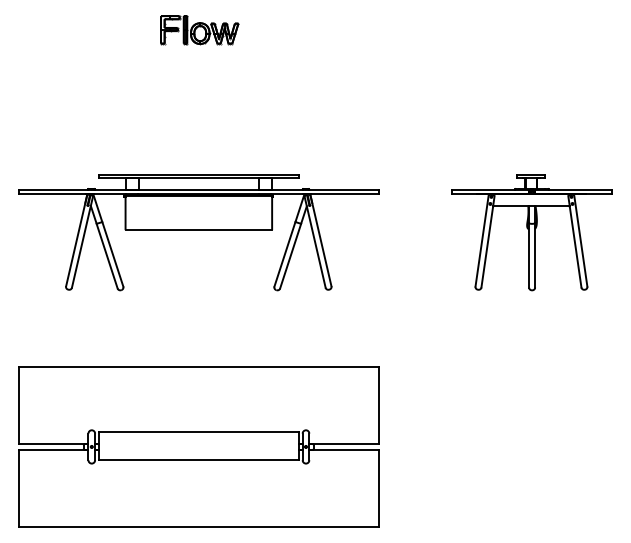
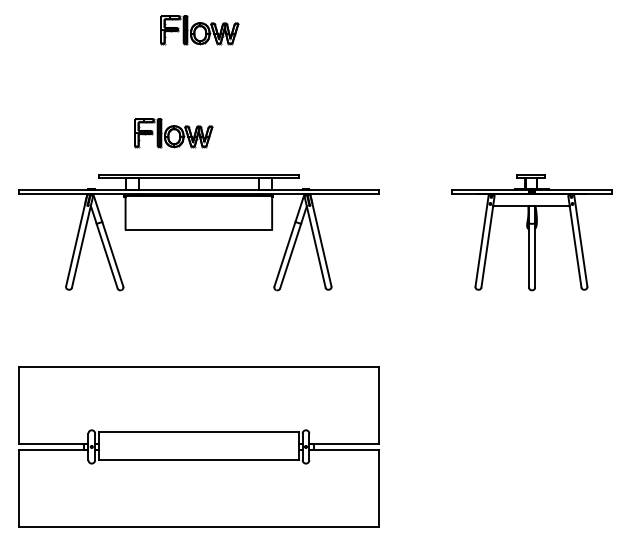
part at (173, 133): none -> present
